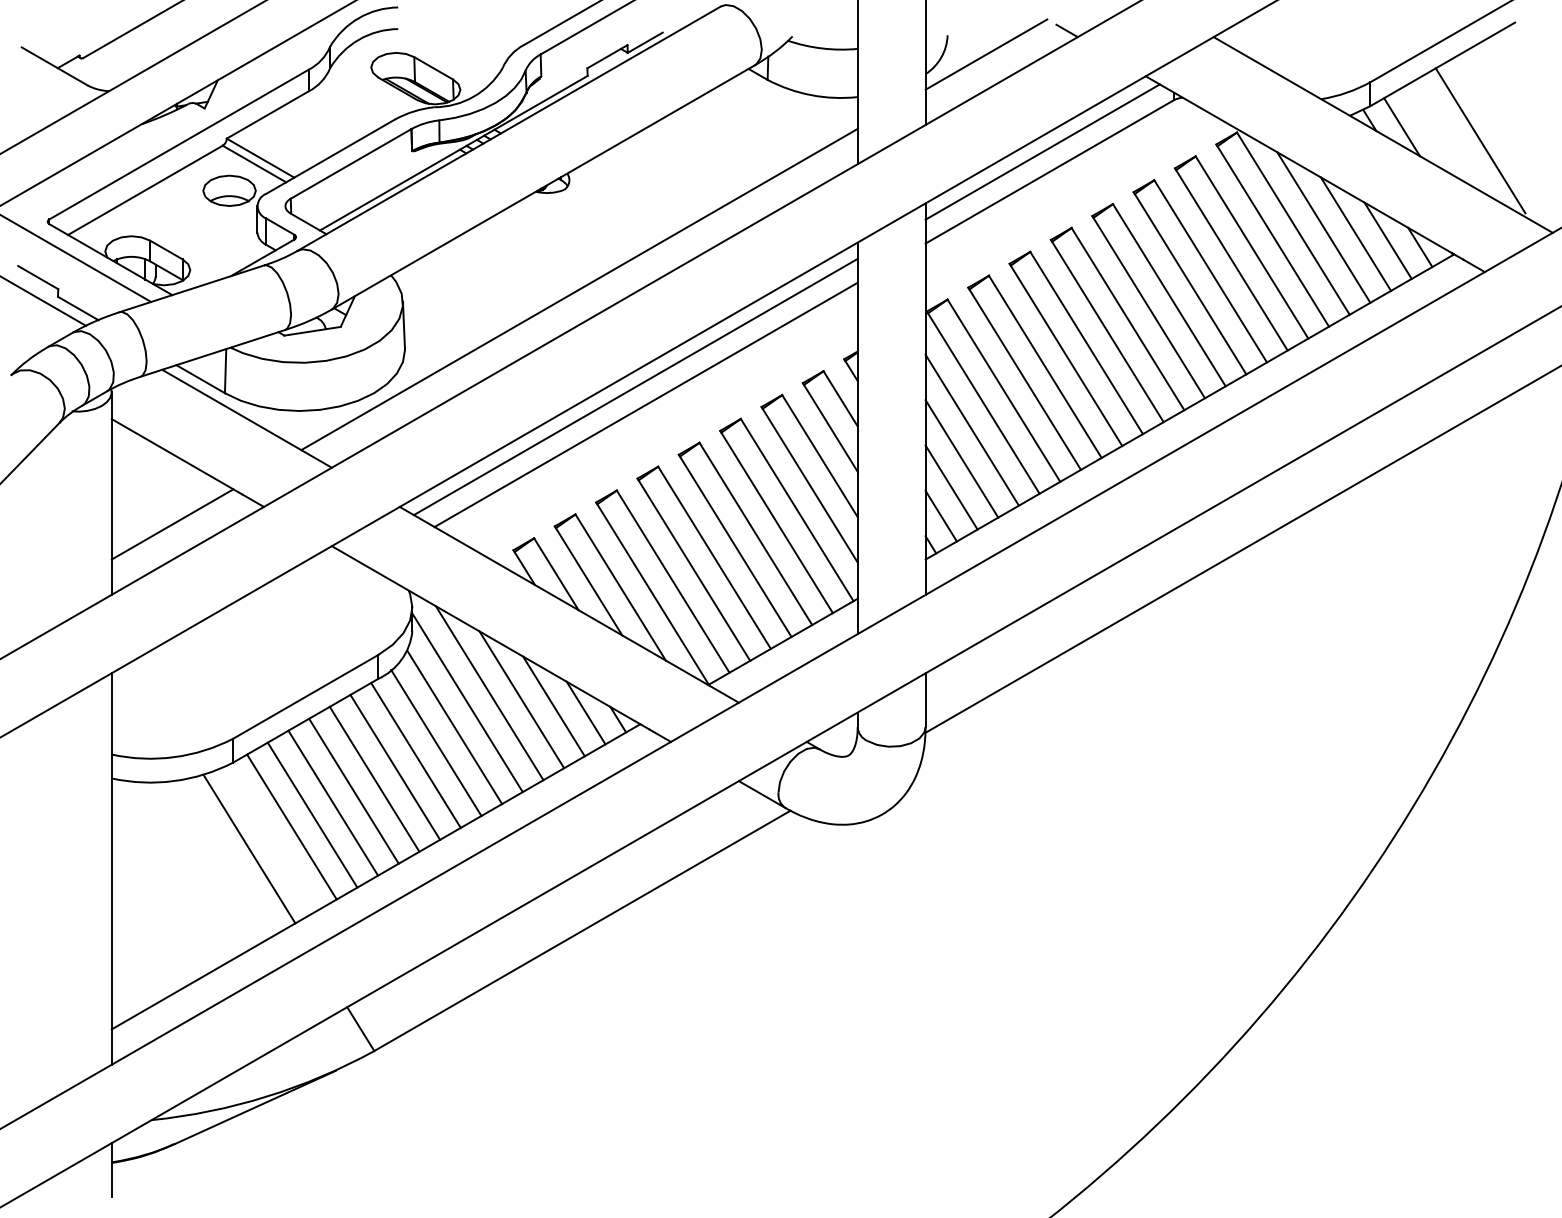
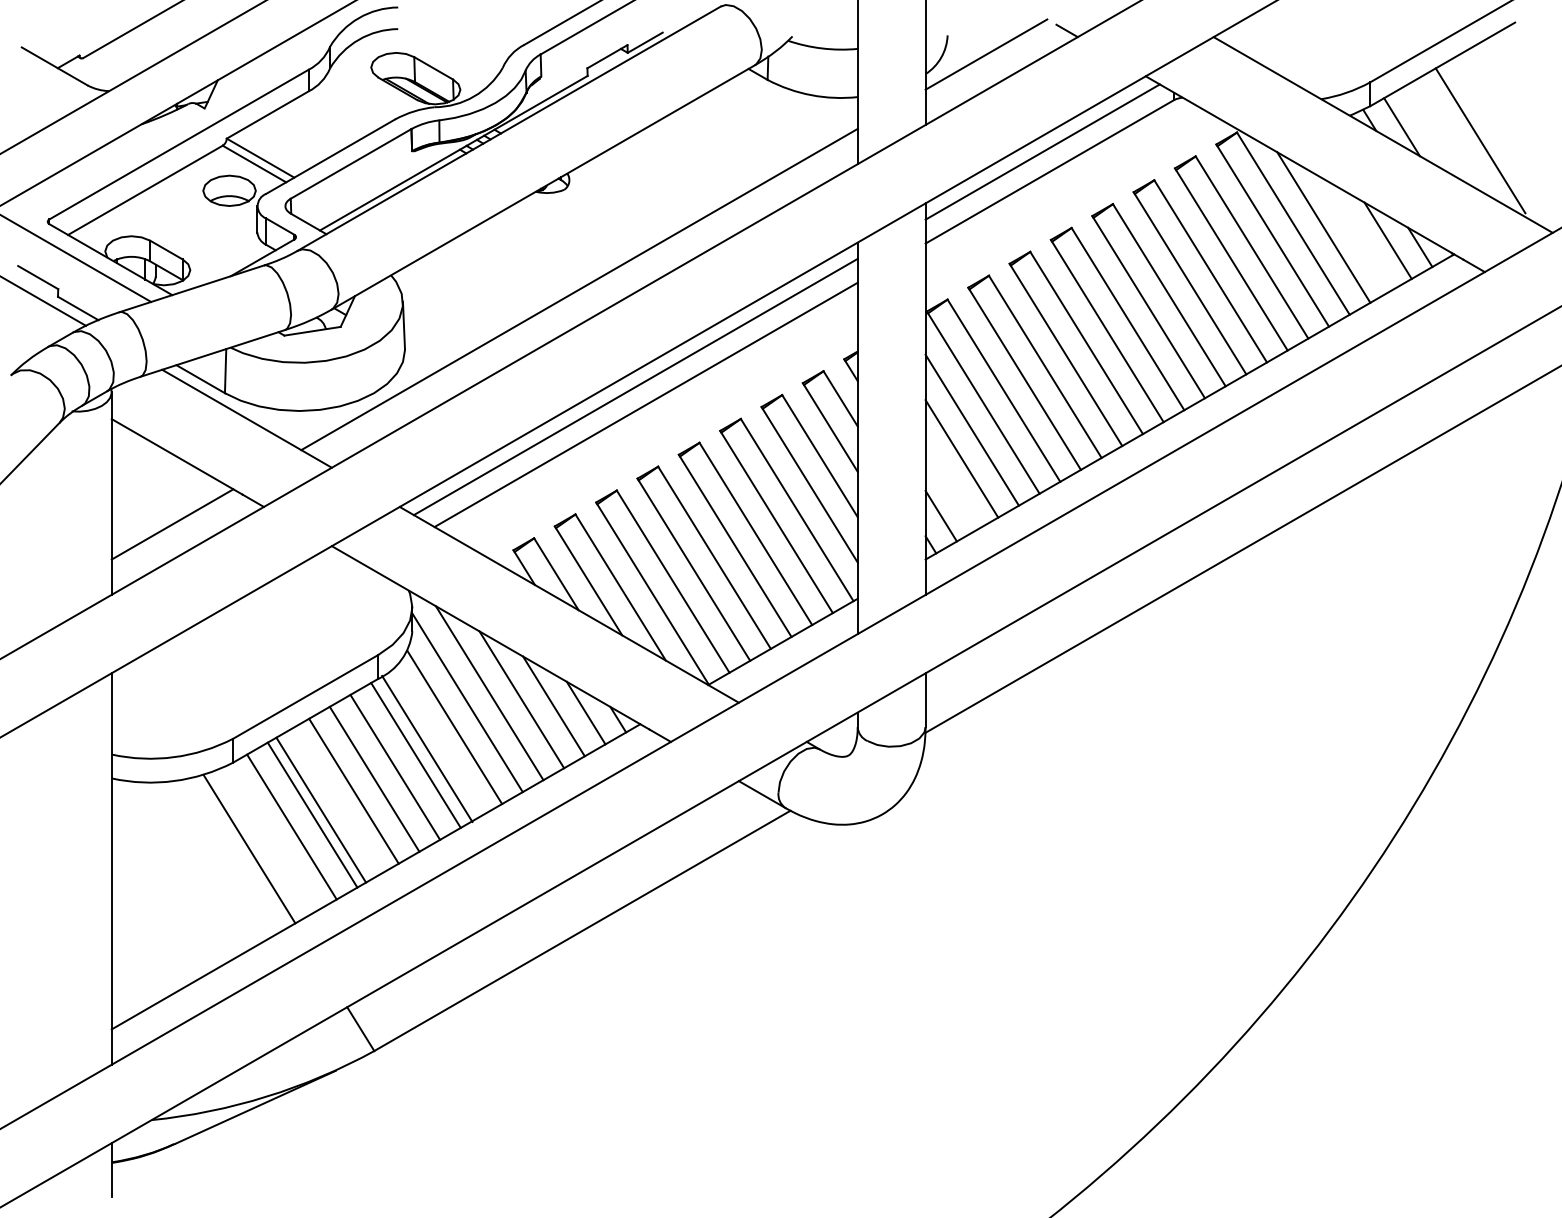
line at (1355, 233): present -> none
line at (951, 487): present -> none
line at (436, 742) position: (436, 742) -> (427, 748)
line at (333, 802) position: (333, 802) -> (321, 809)
